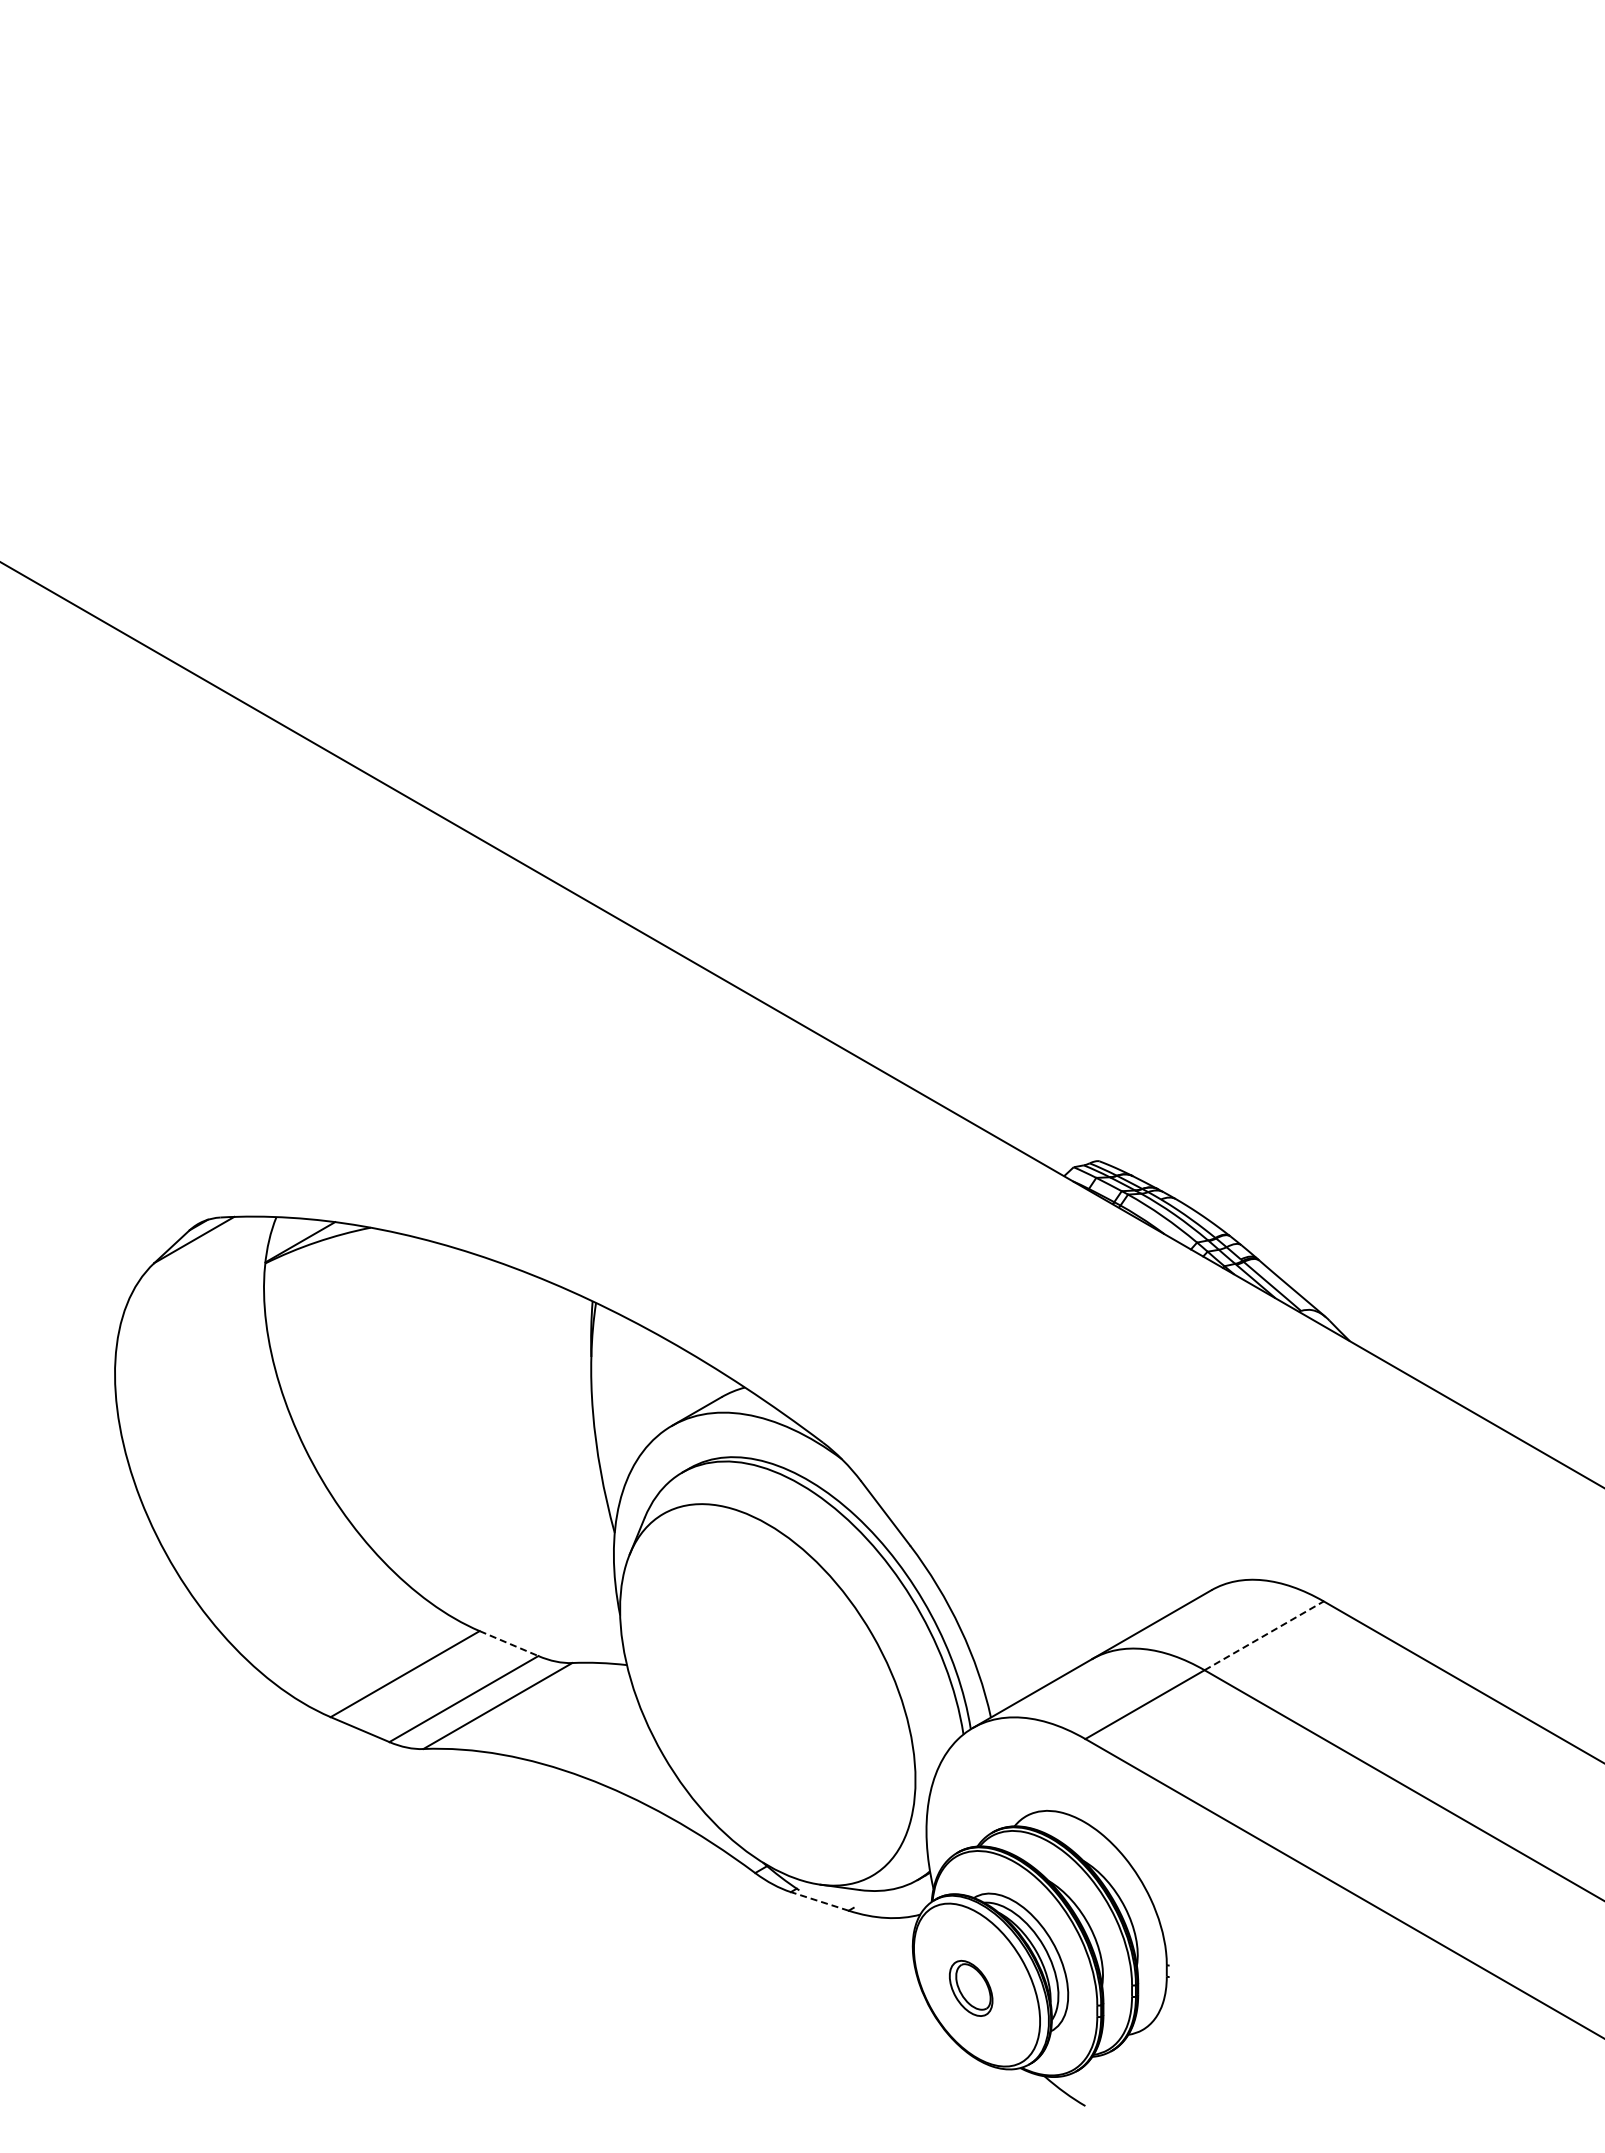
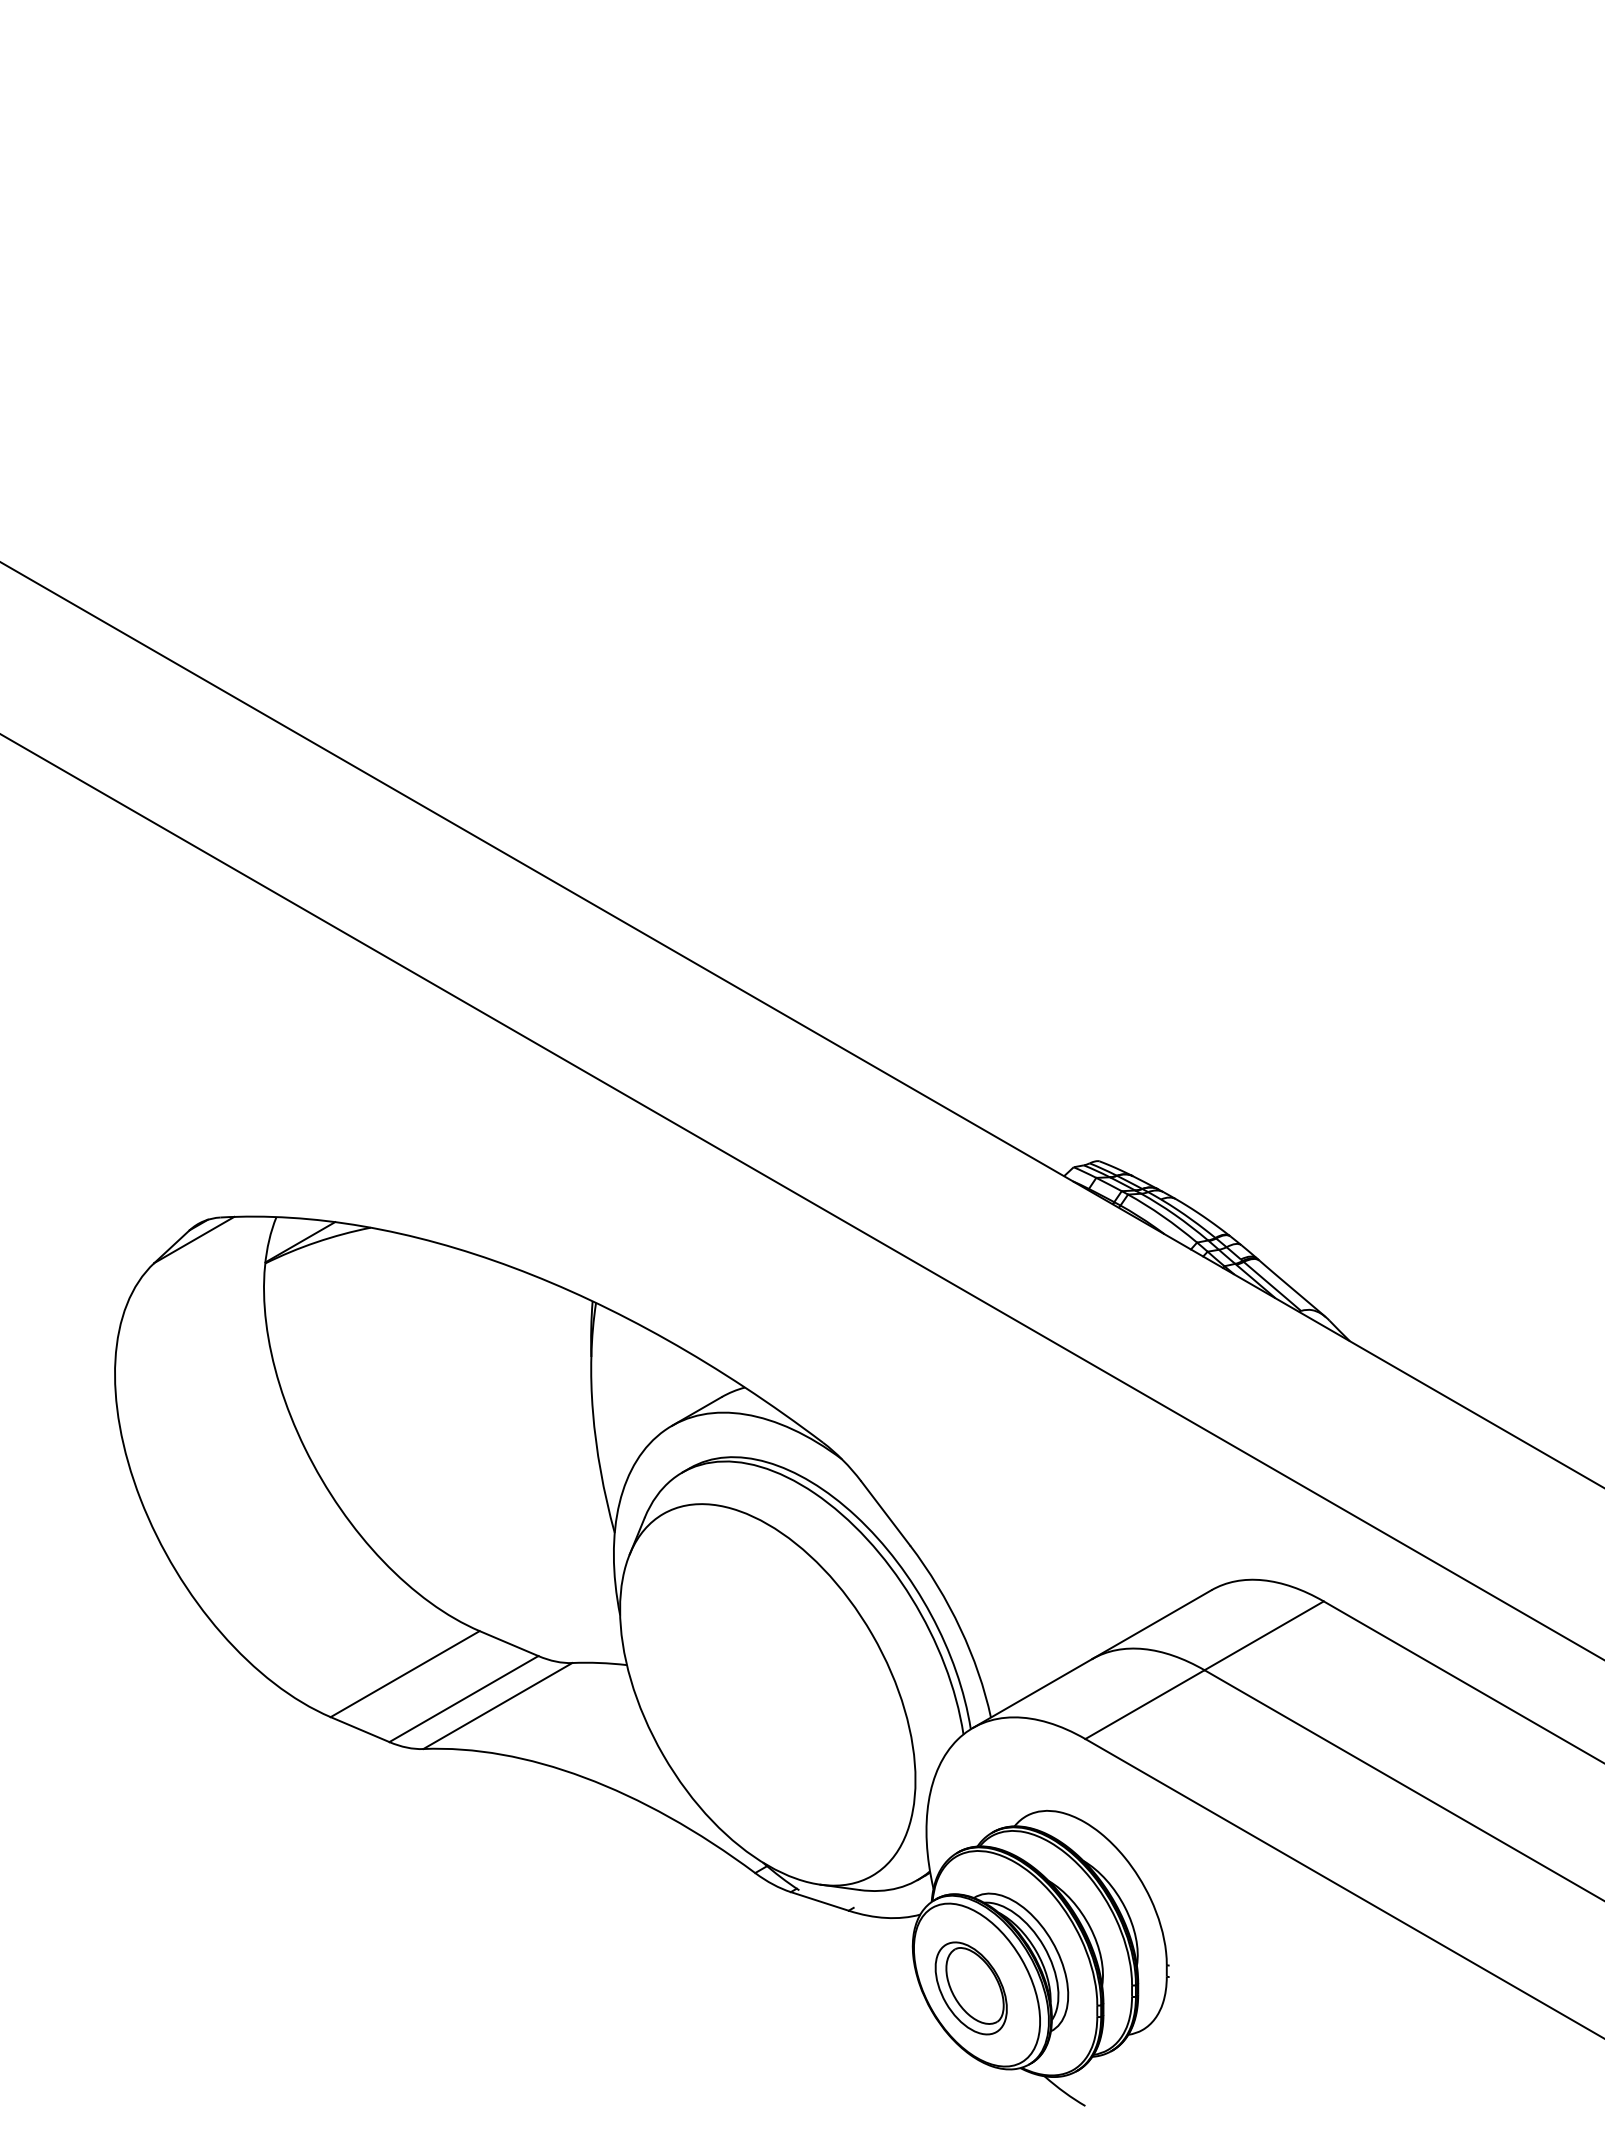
line at (801, 1196): none -> present
line at (1264, 1635): dashed -> solid
line at (509, 1643): dashed -> solid
line at (819, 1901): dashed -> solid
part at (971, 1987) size: 45x58 px -> 74x95 px
